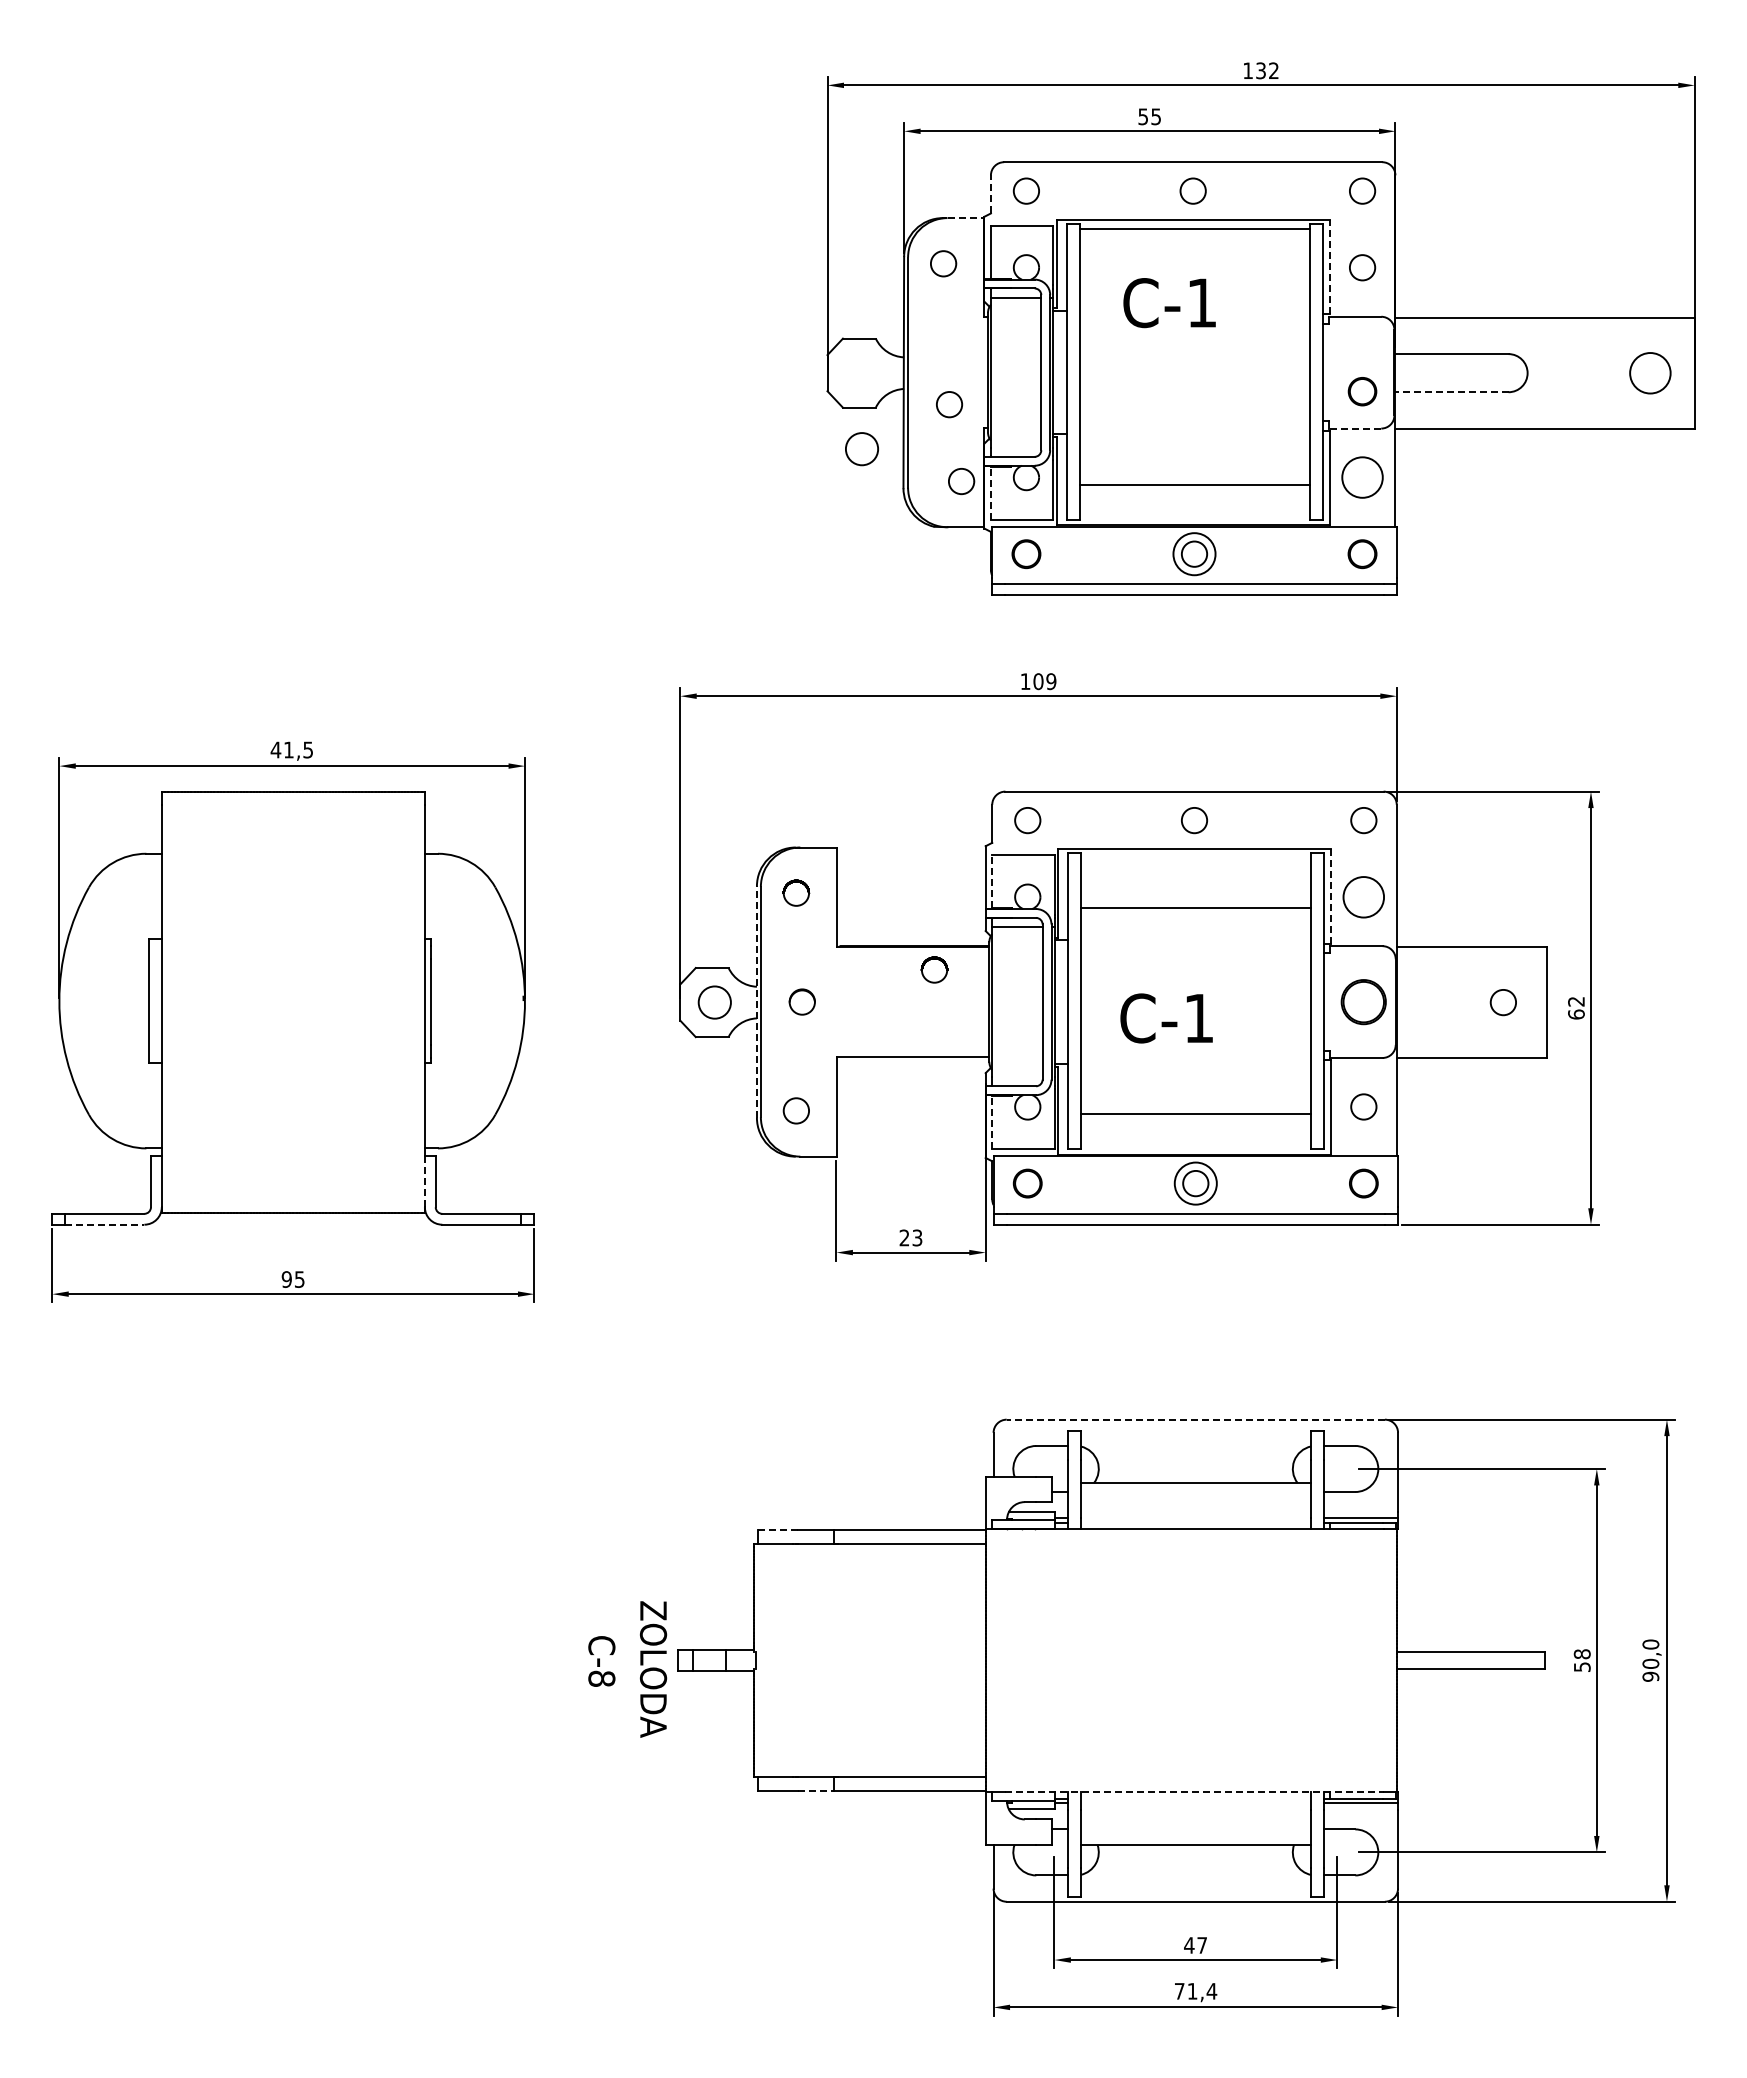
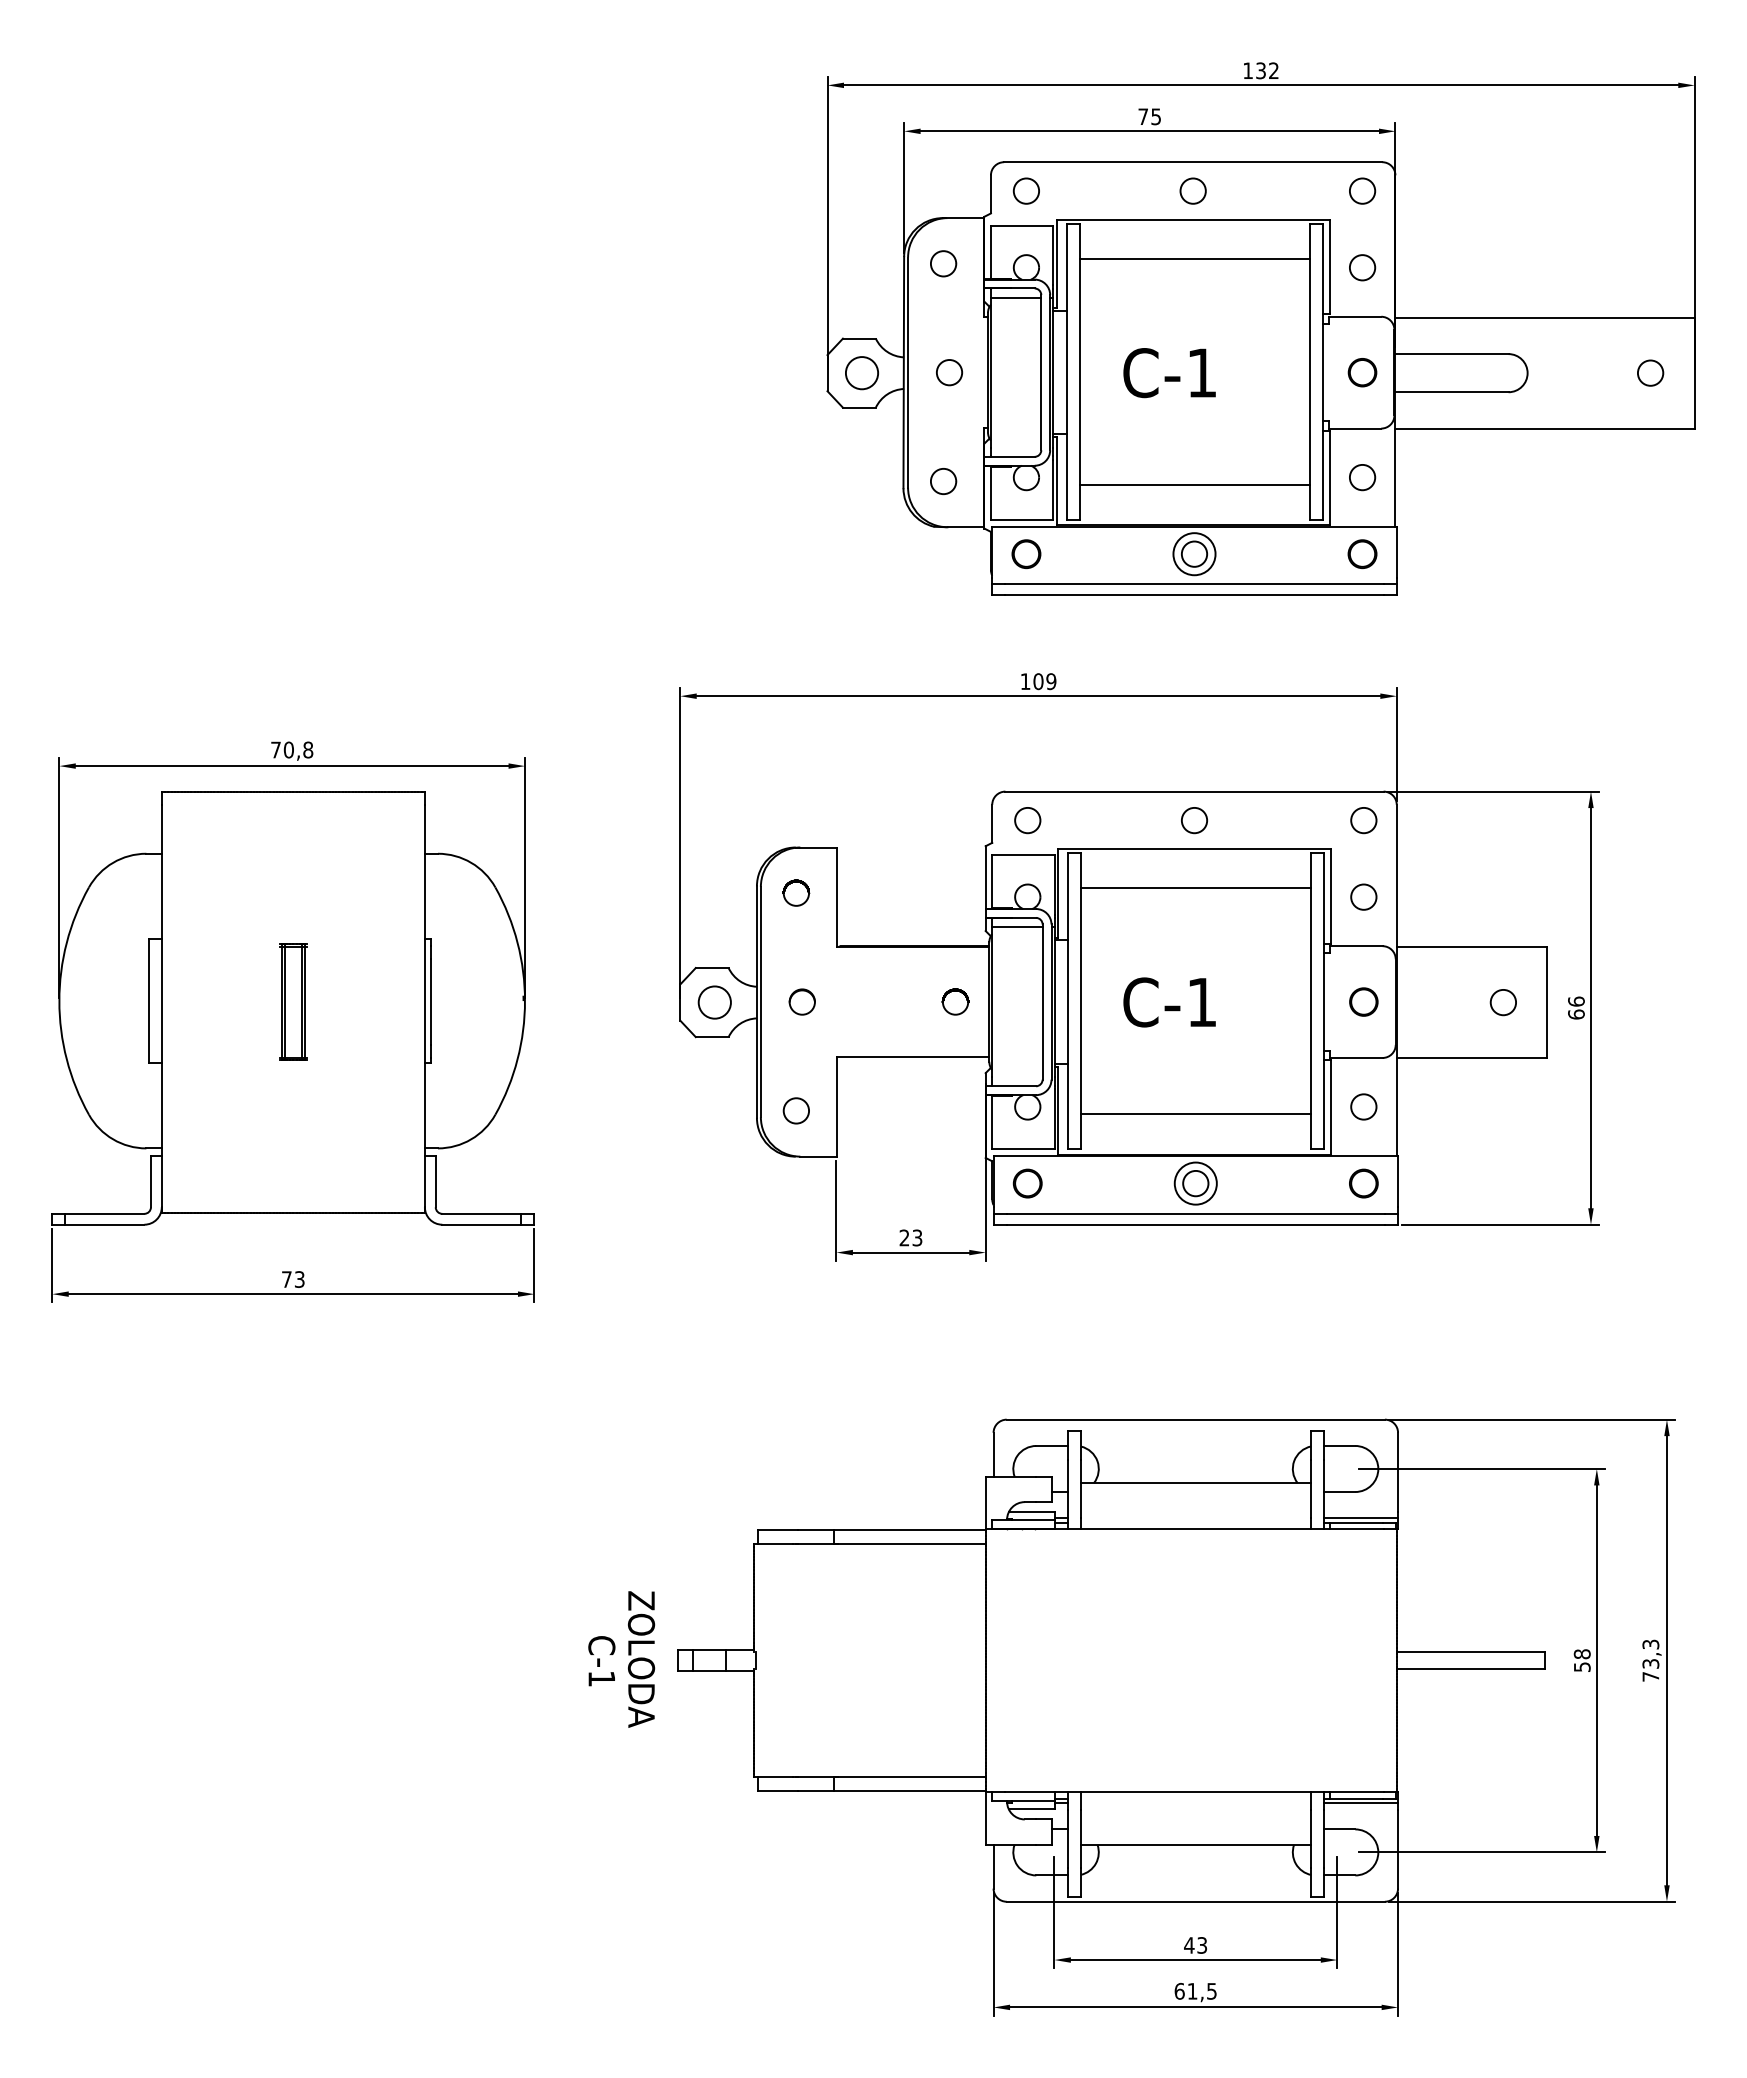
text at (1142, 116): 55 -> 75
line at (990, 193): dashed -> solid
line at (966, 218): dashed -> solid
line at (1194, 228) position: (1194, 228) -> (1194, 258)
line at (1329, 266): dashed -> solid
text at (1169, 303) position: (1169, 303) -> (1169, 373)
circle at (1650, 373) size: 43x43 px -> 28x28 px
part at (1362, 391) position: (1362, 391) -> (1362, 372)
line at (1451, 392): dashed -> solid
circle at (949, 404) position: (949, 404) -> (949, 372)
line at (1354, 428): dashed -> solid
circle at (861, 449) position: (861, 449) -> (861, 373)
circle at (1362, 477) diameter: 41 px -> 25 px
circle at (961, 481) position: (961, 481) -> (943, 481)
line at (990, 492): dashed -> solid
text at (291, 749): 41,5 -> 70,8
line at (992, 881): dashed -> solid
line at (1330, 896): dashed -> solid
circle at (1363, 897) size: 43x43 px -> 28x28 px
line at (1196, 907) position: (1196, 907) -> (1196, 887)
part at (934, 969) position: (934, 969) -> (955, 1001)
part at (293, 1001): none -> present
text at (1576, 1001): 62 -> 66
line at (756, 1002): dashed -> solid
circle at (1363, 1002) size: 47x47 px -> 30x30 px
text at (1166, 1018) position: (1166, 1018) -> (1169, 1002)
line at (992, 1122): dashed -> solid
line at (424, 1181): dashed -> solid
line at (105, 1224): dashed -> solid
text at (292, 1279): 95 -> 73
line at (1195, 1419): dashed -> solid
line at (777, 1530): dashed -> solid
text at (1650, 1660): 90,0 -> 73,3
text at (653, 1669) position: (653, 1669) -> (641, 1659)
text at (601, 1678): C-8 -> C-1
line at (816, 1791): dashed -> solid
line at (1195, 1792): dashed -> solid
text at (1202, 1945): 47 -> 43
text at (1195, 1991): 71,4 -> 61,5
